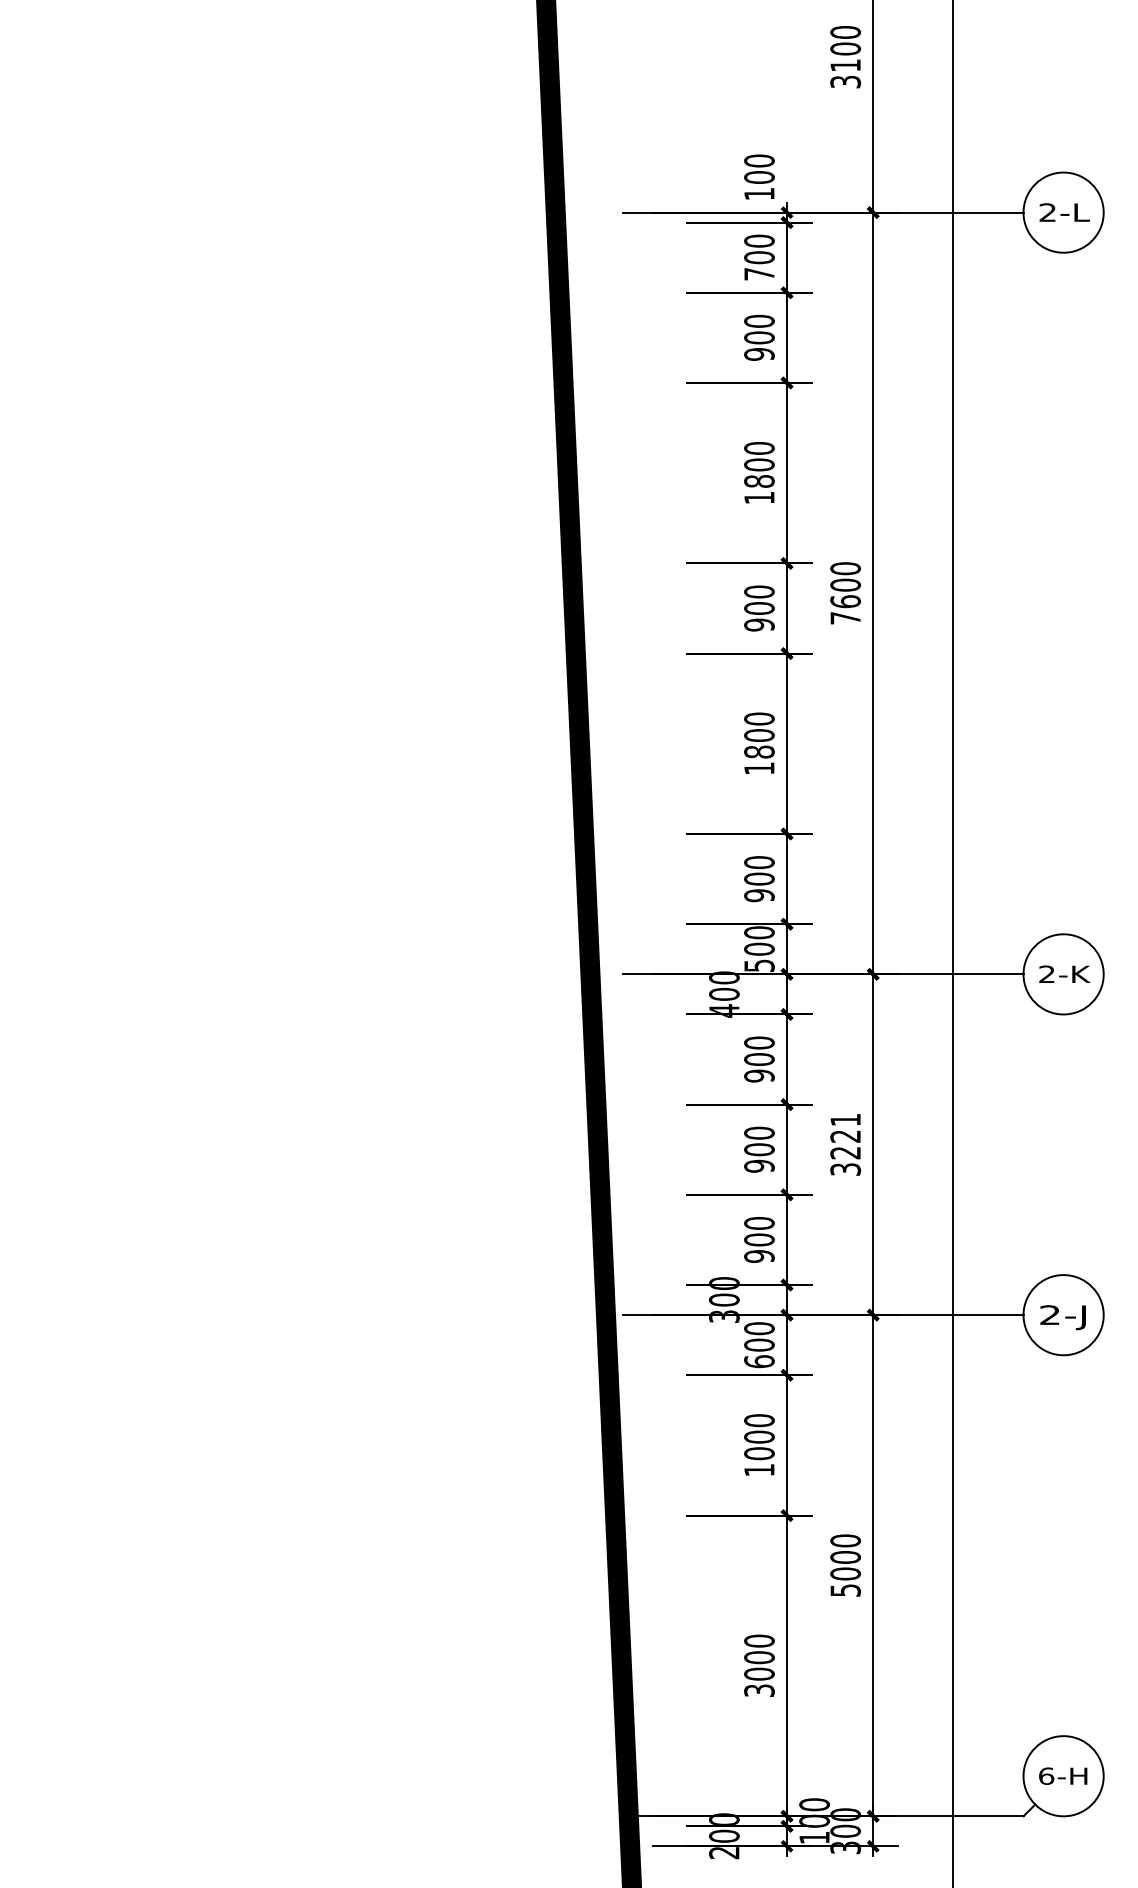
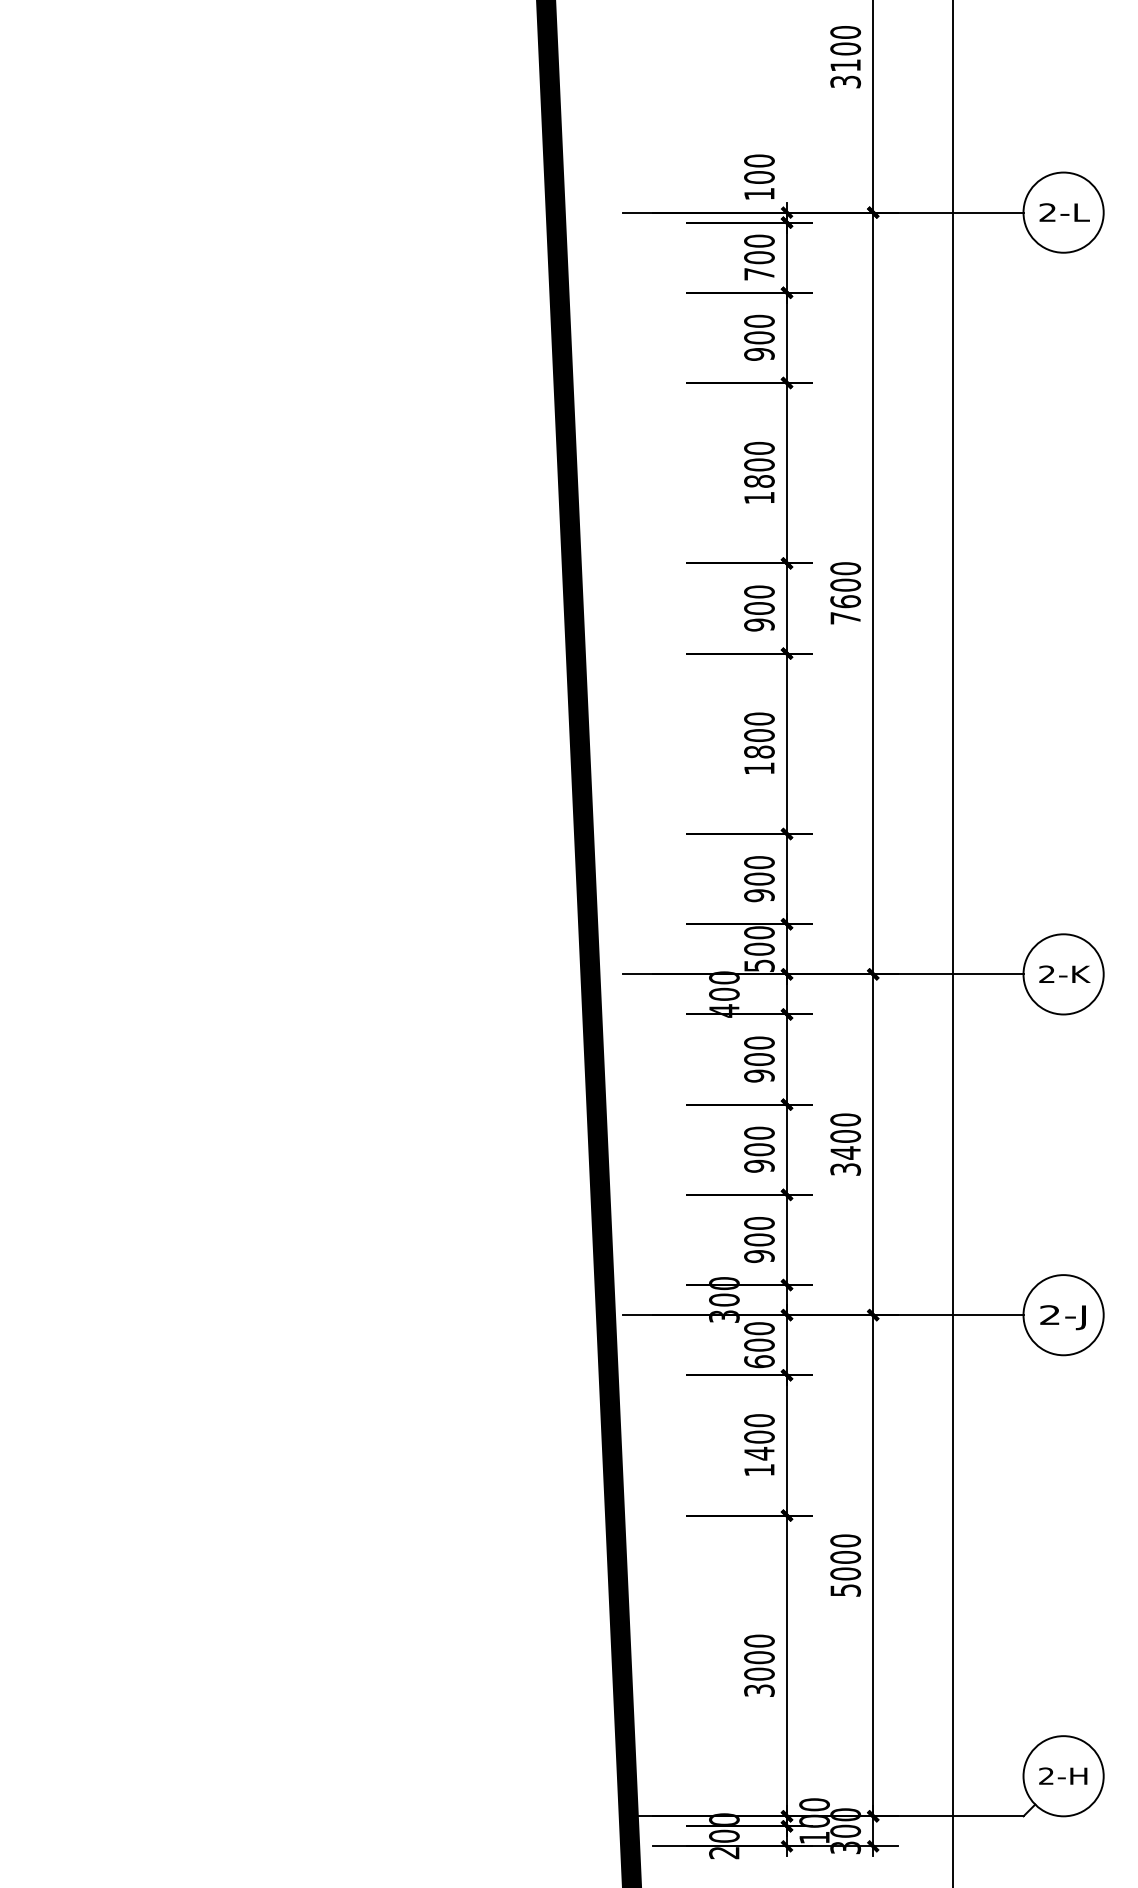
text at (845, 1136): 3221 -> 3400
text at (759, 1453): 1000 -> 1400
text at (1046, 1775): 6-H -> 2-H
